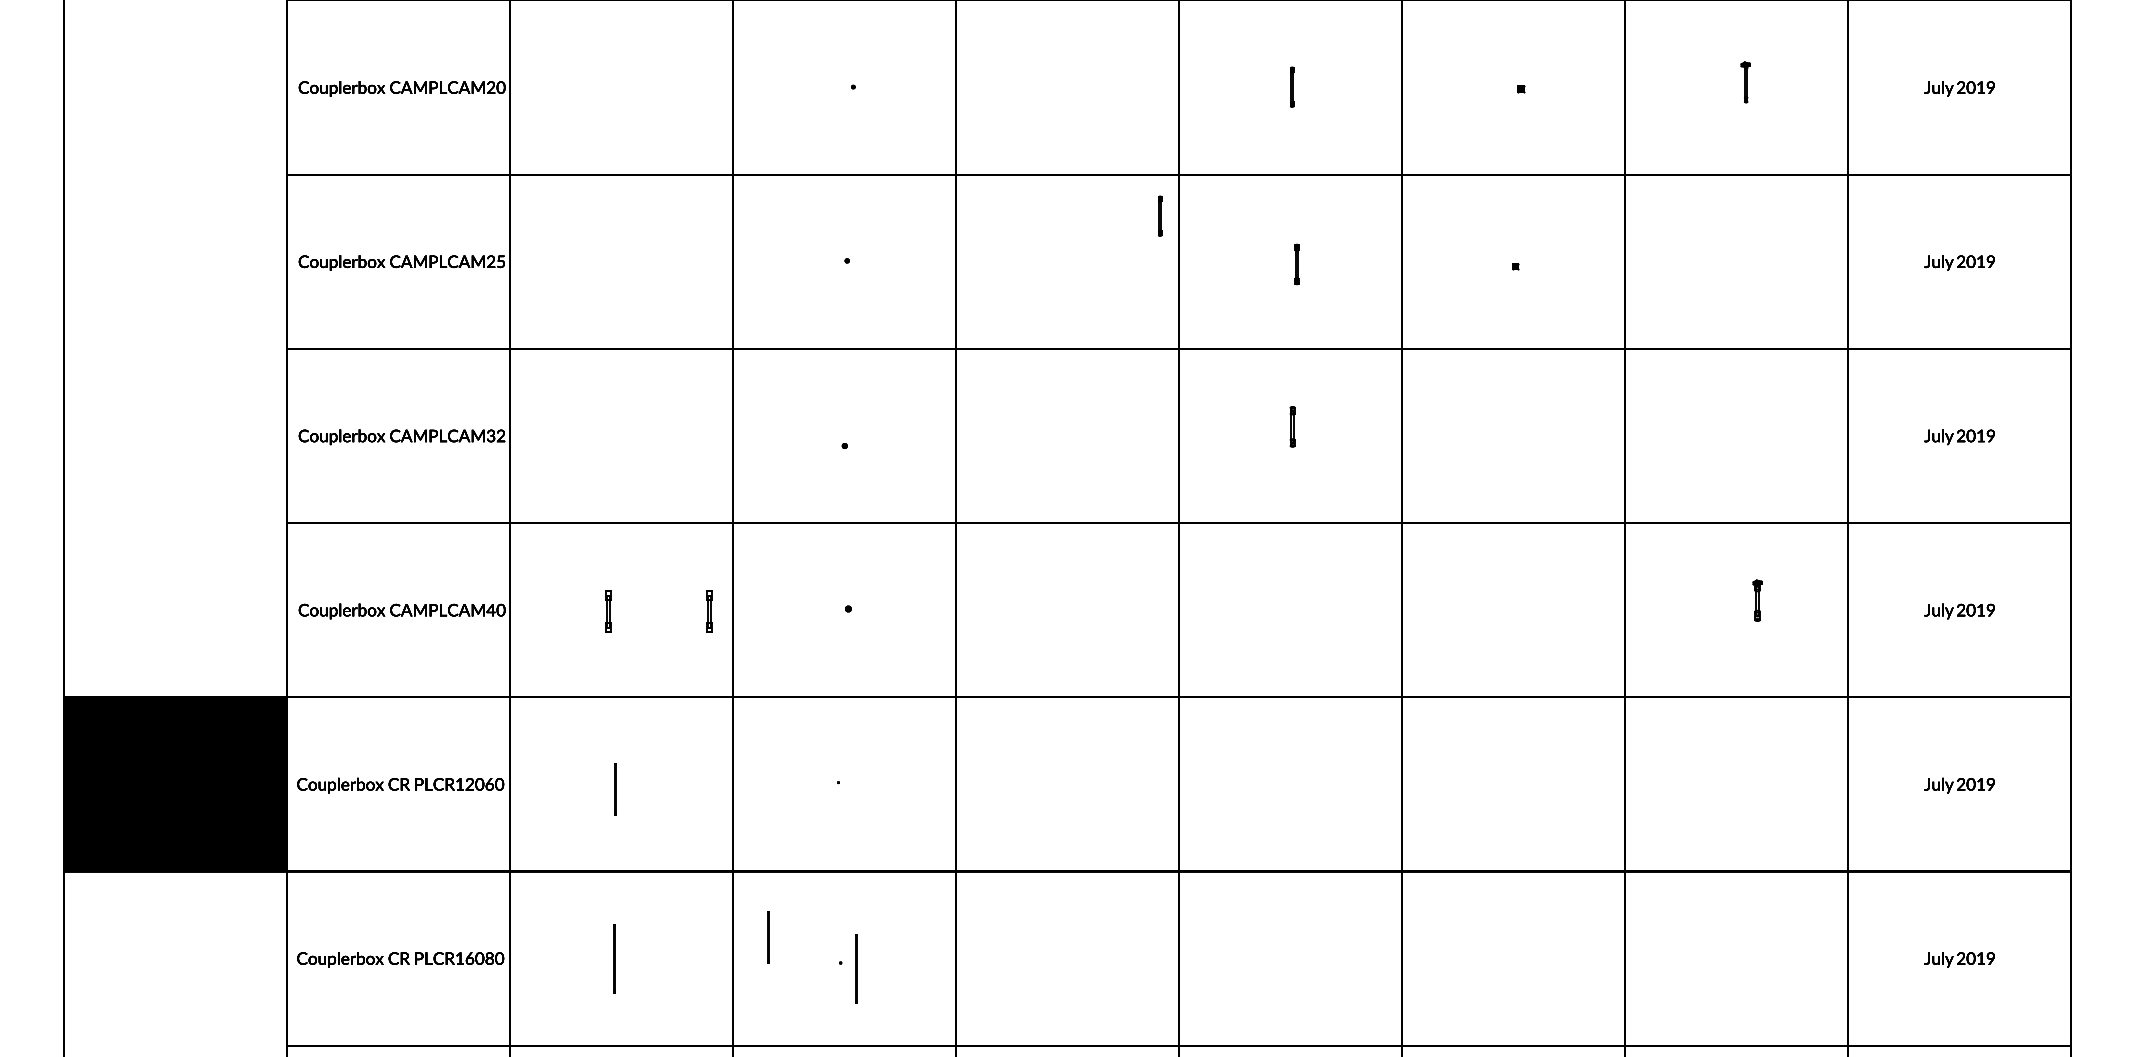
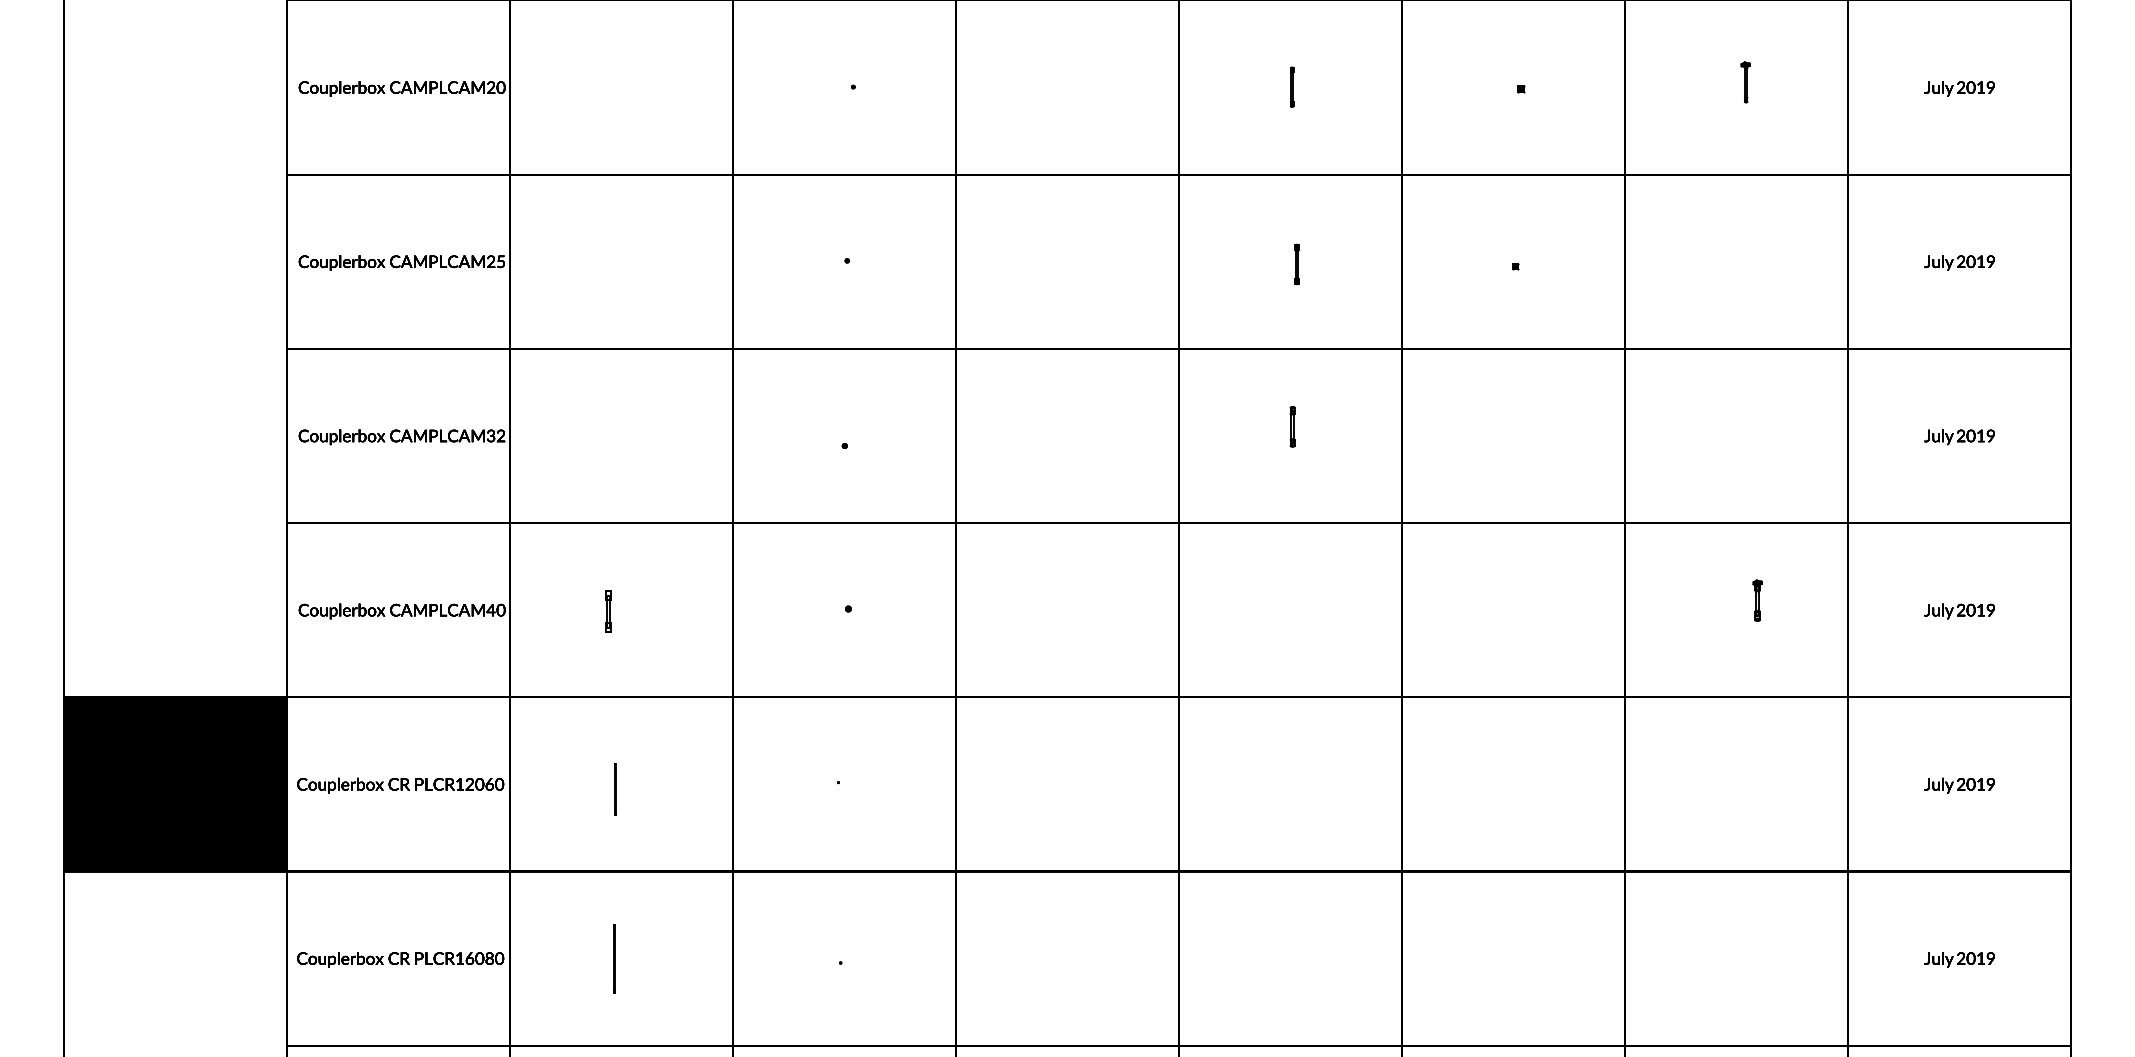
line at (1160, 215): present -> none
part at (709, 611): present -> none
line at (768, 937): present -> none
line at (856, 968): present -> none
